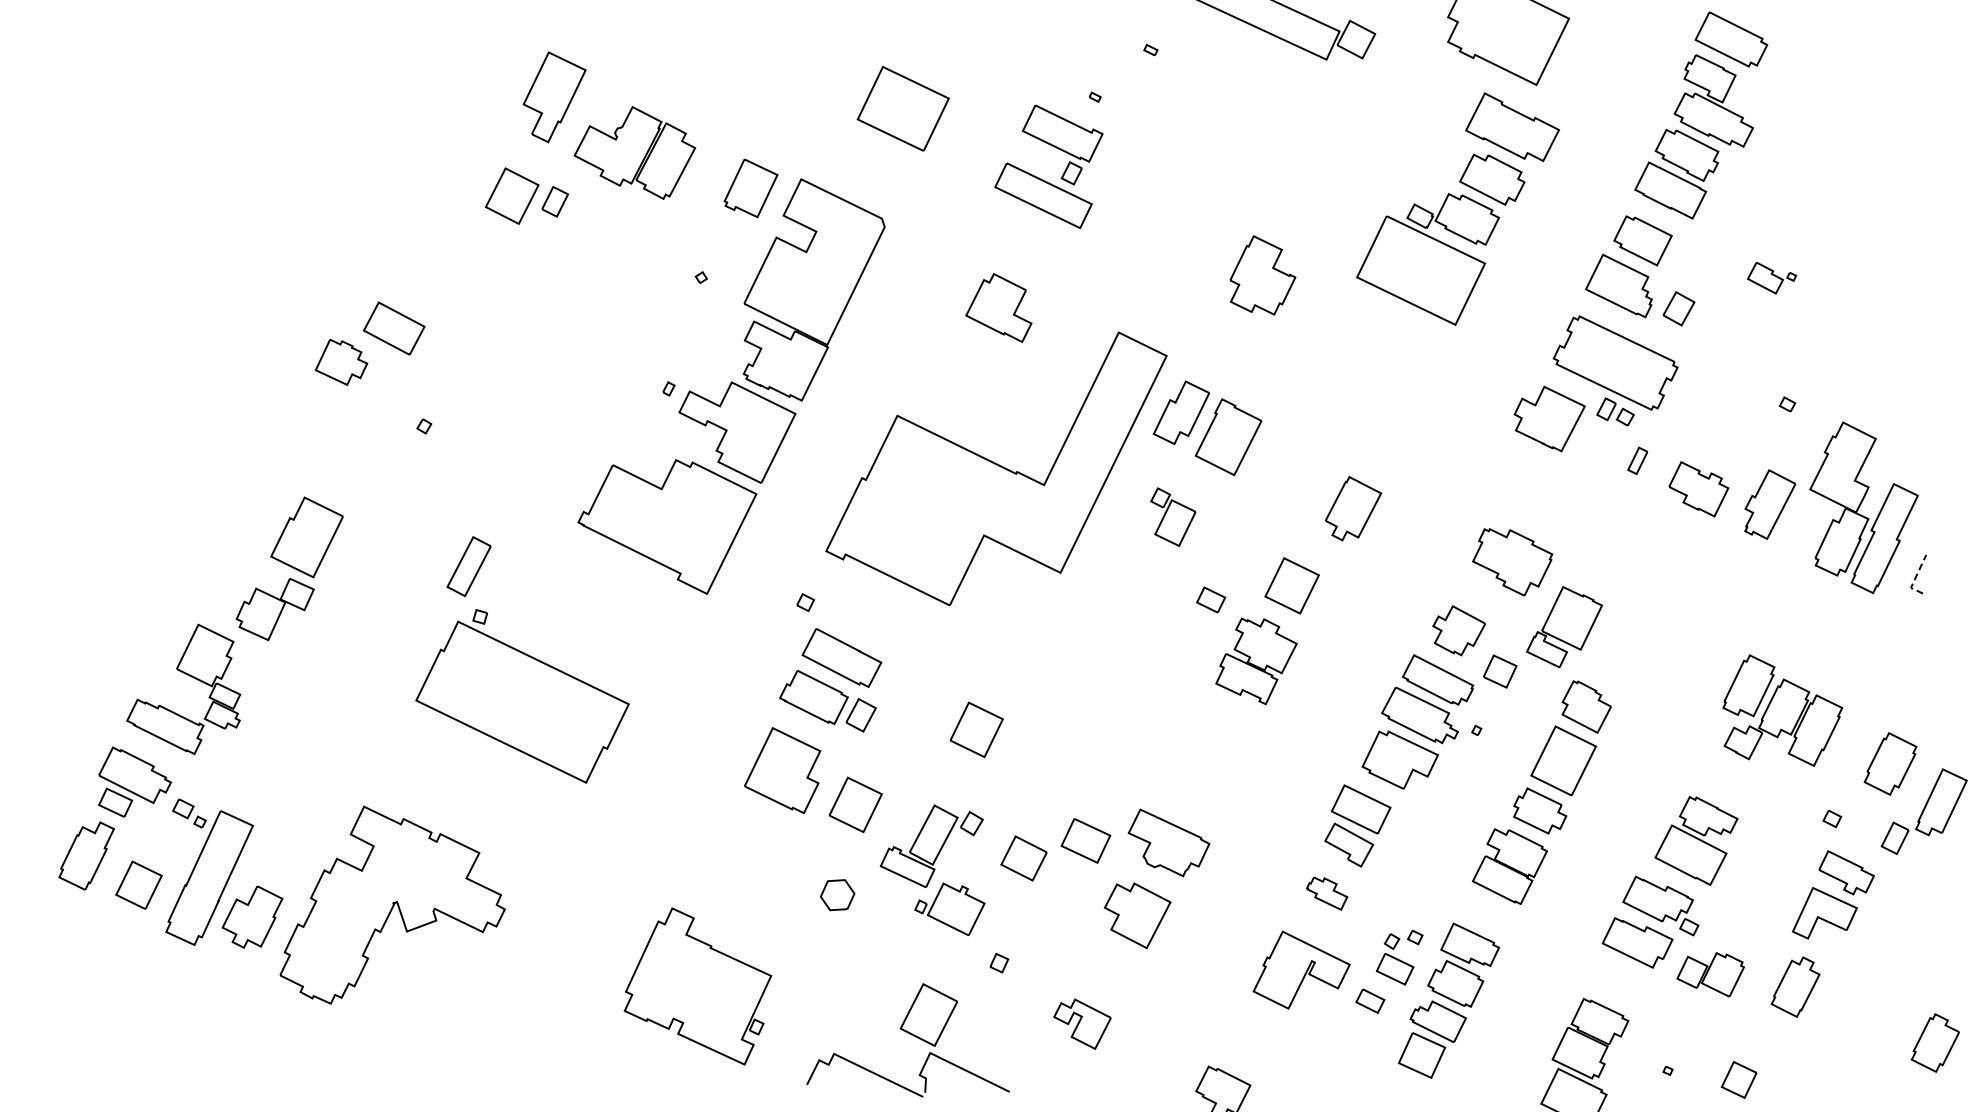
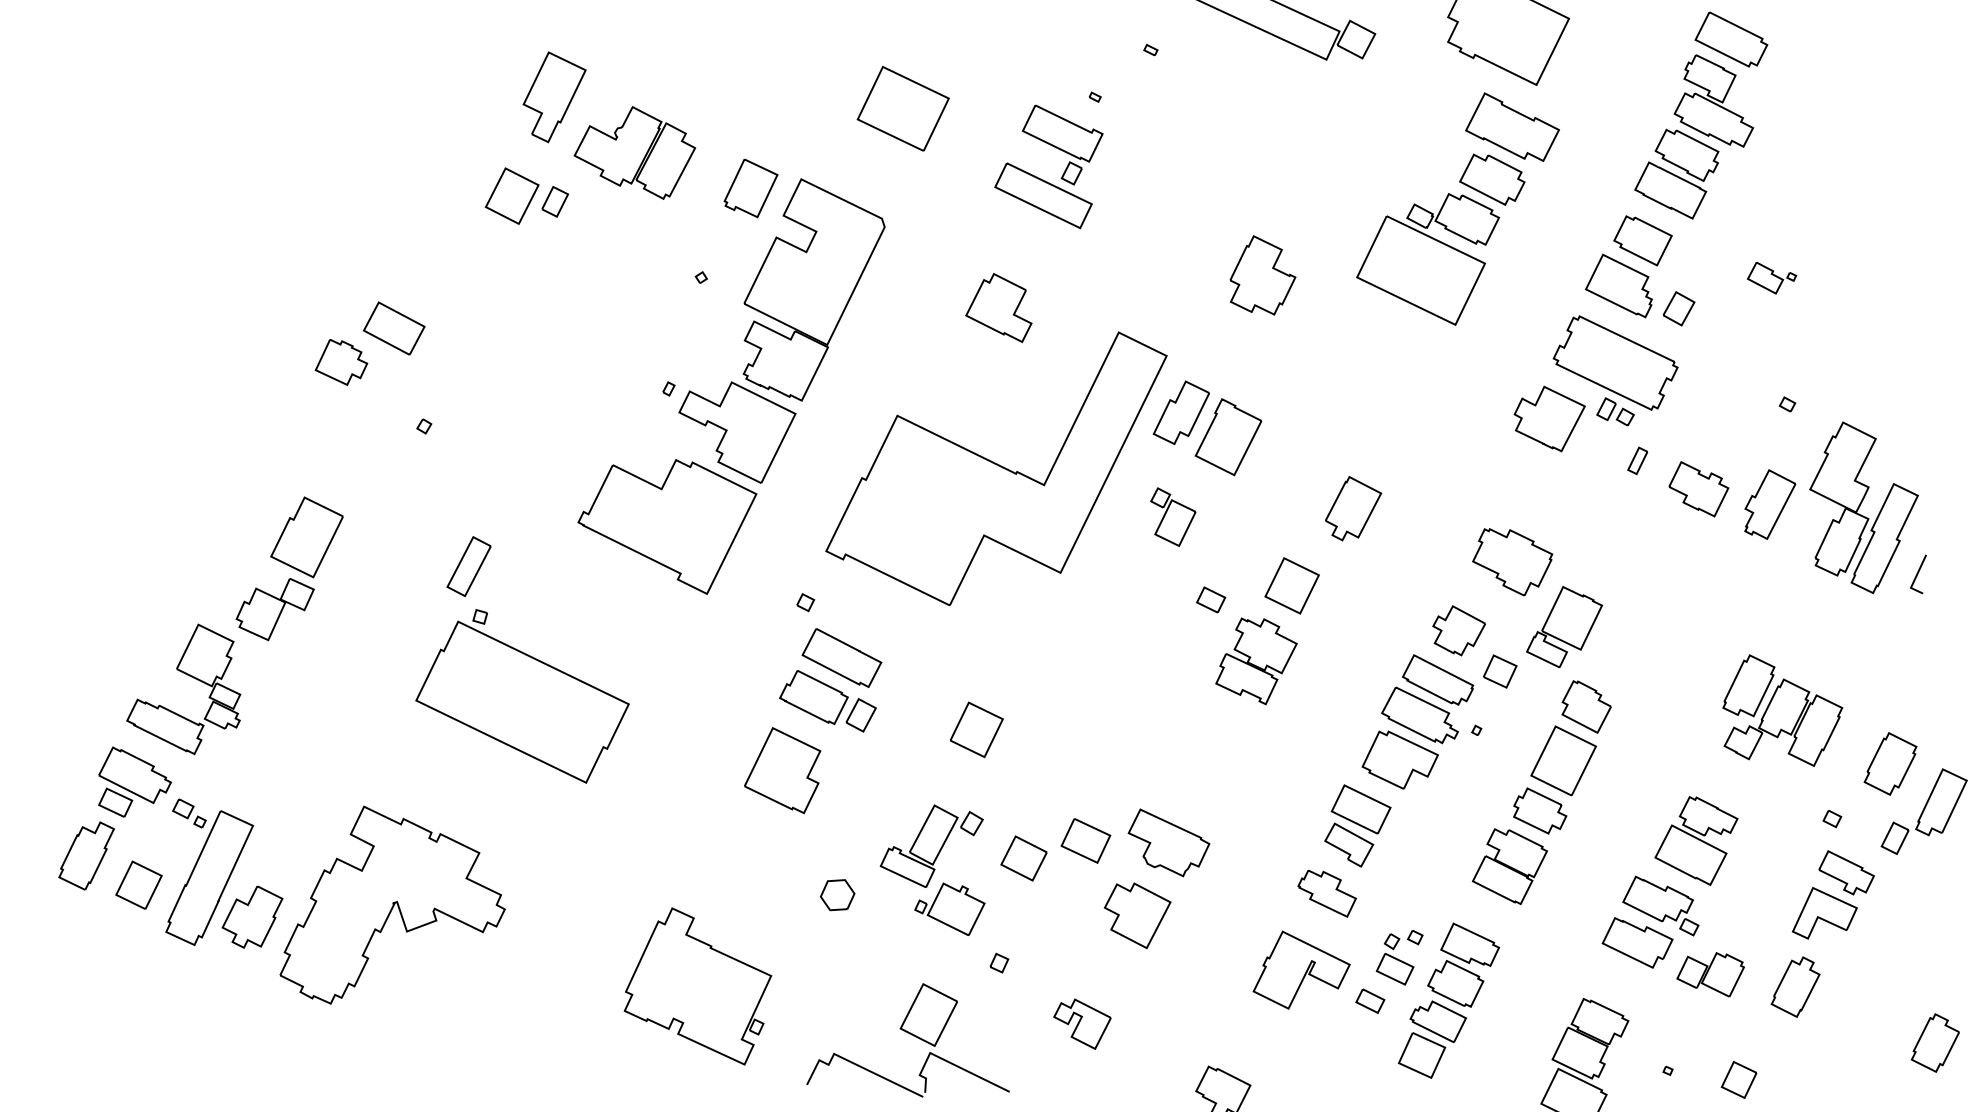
line at (1915, 578): dashed -> solid
part at (855, 804): present -> none
part at (1327, 893) size: 43x35 px -> 60x49 px
